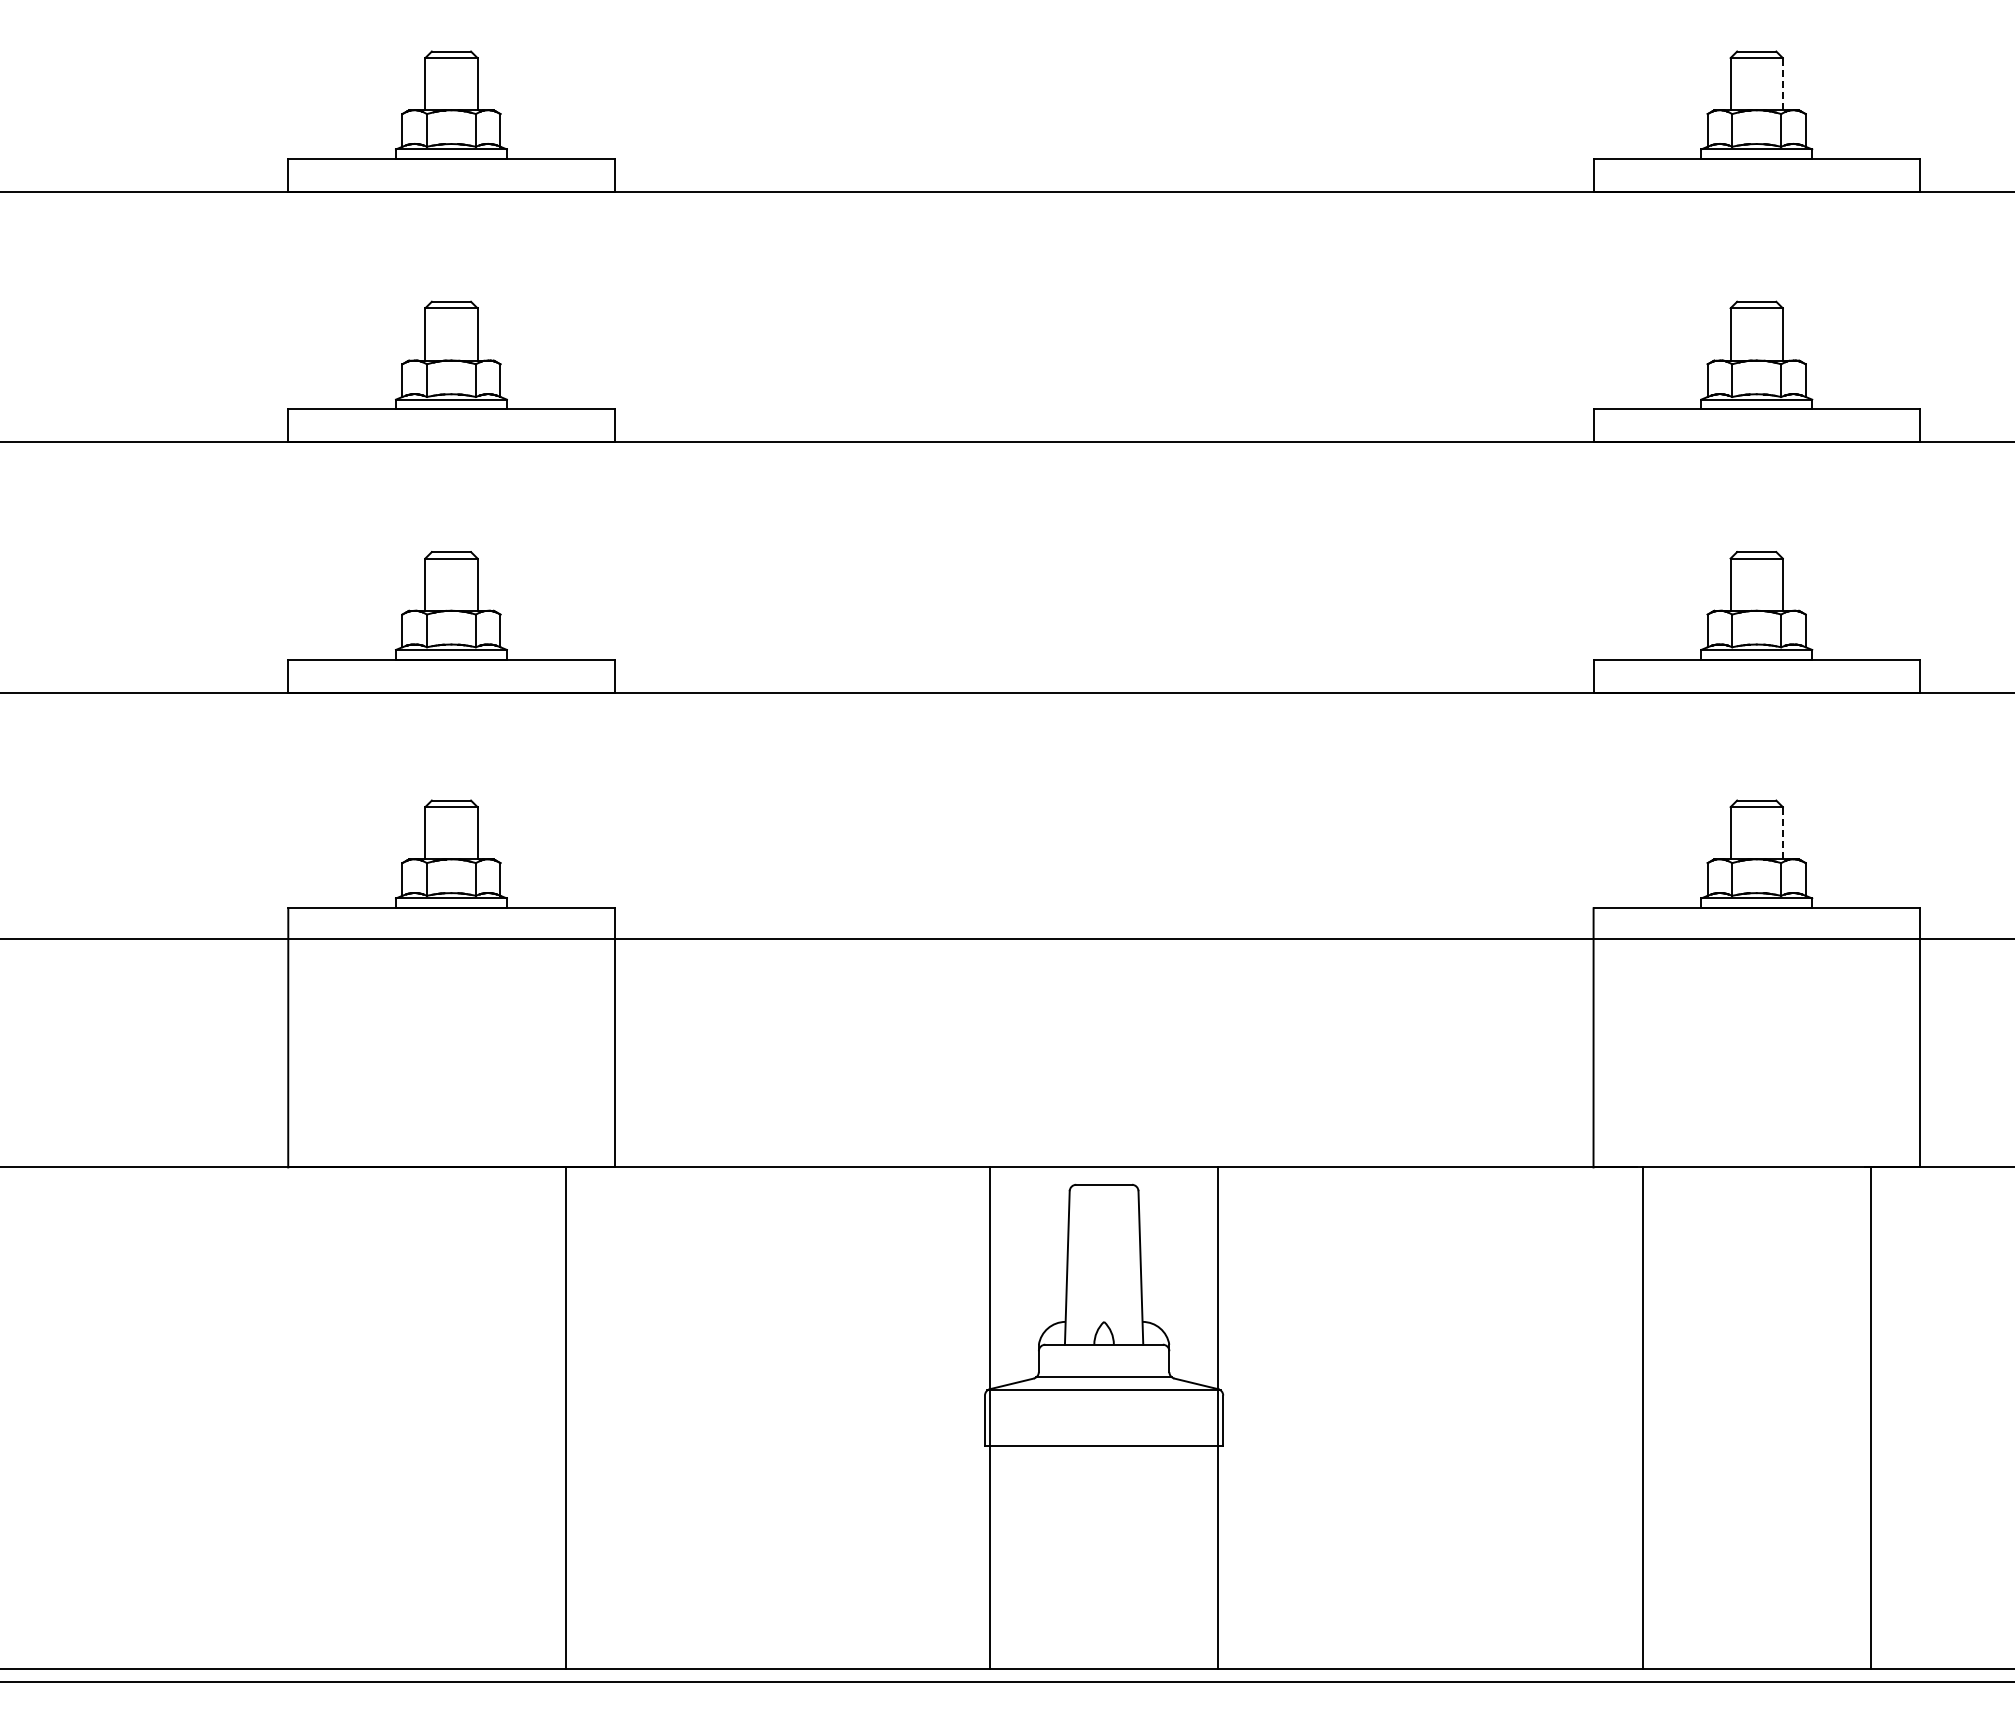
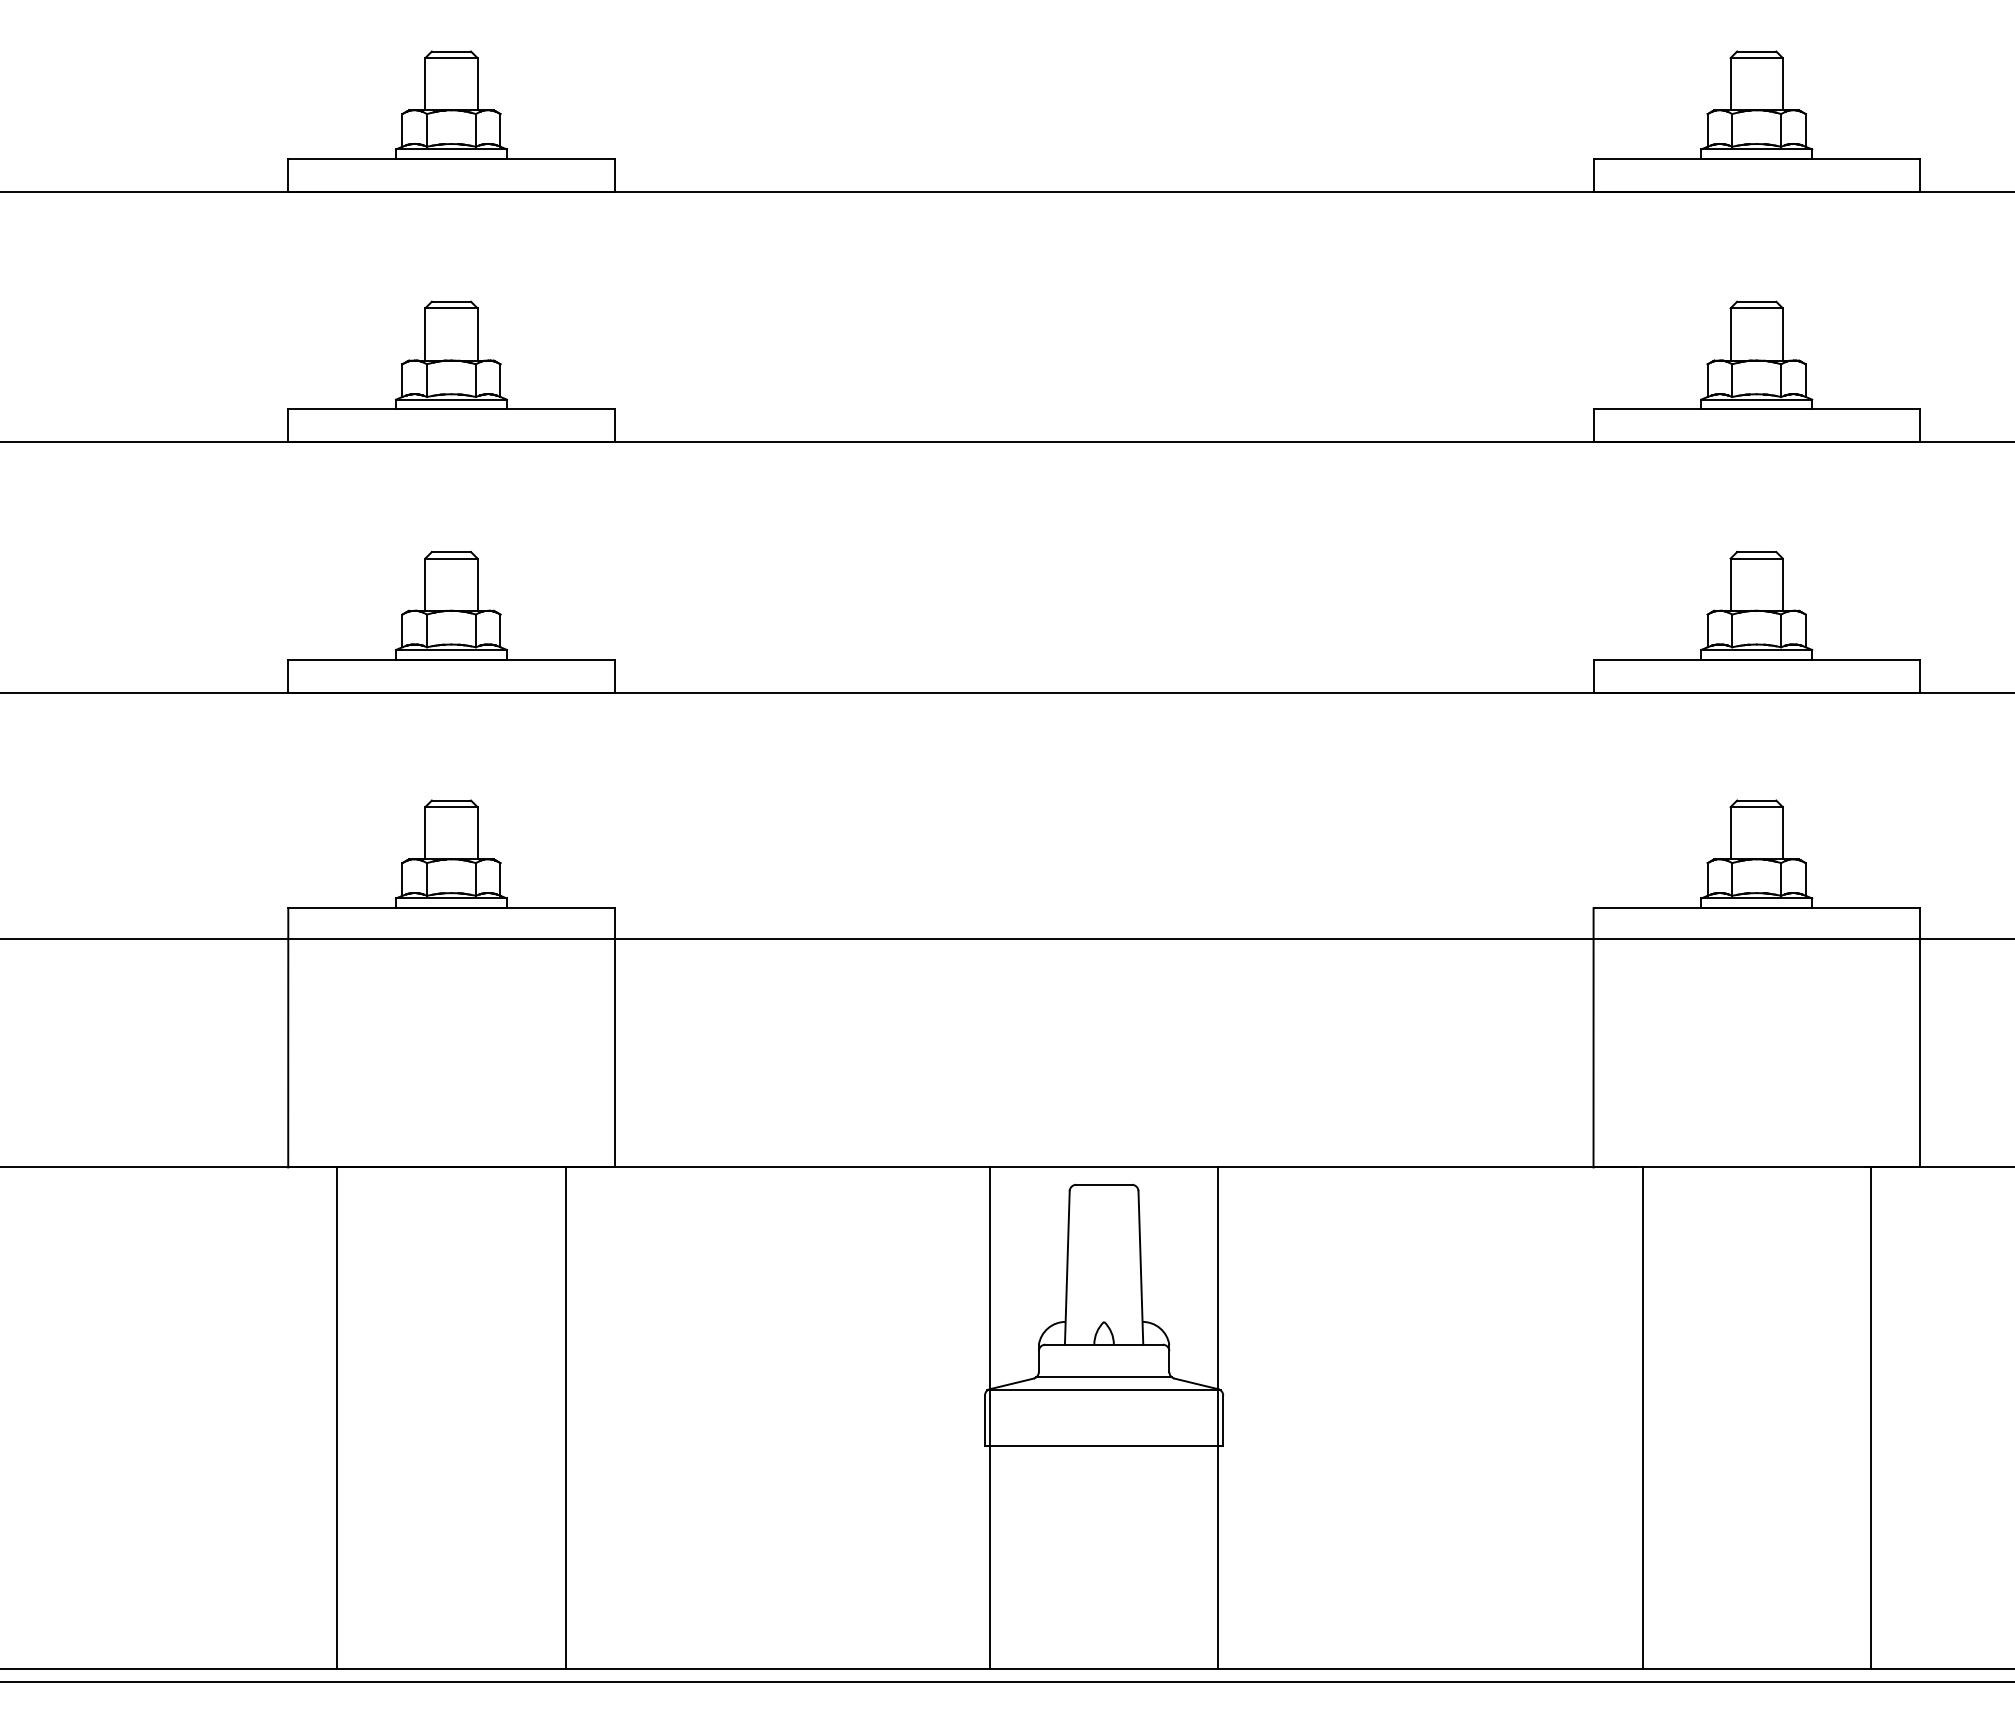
line at (1782, 83): dashed -> solid
line at (1782, 832): dashed -> solid
line at (337, 1418): none -> present
